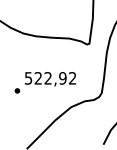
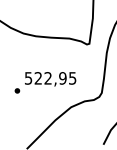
text at (72, 78): 522,92 -> 522,95
